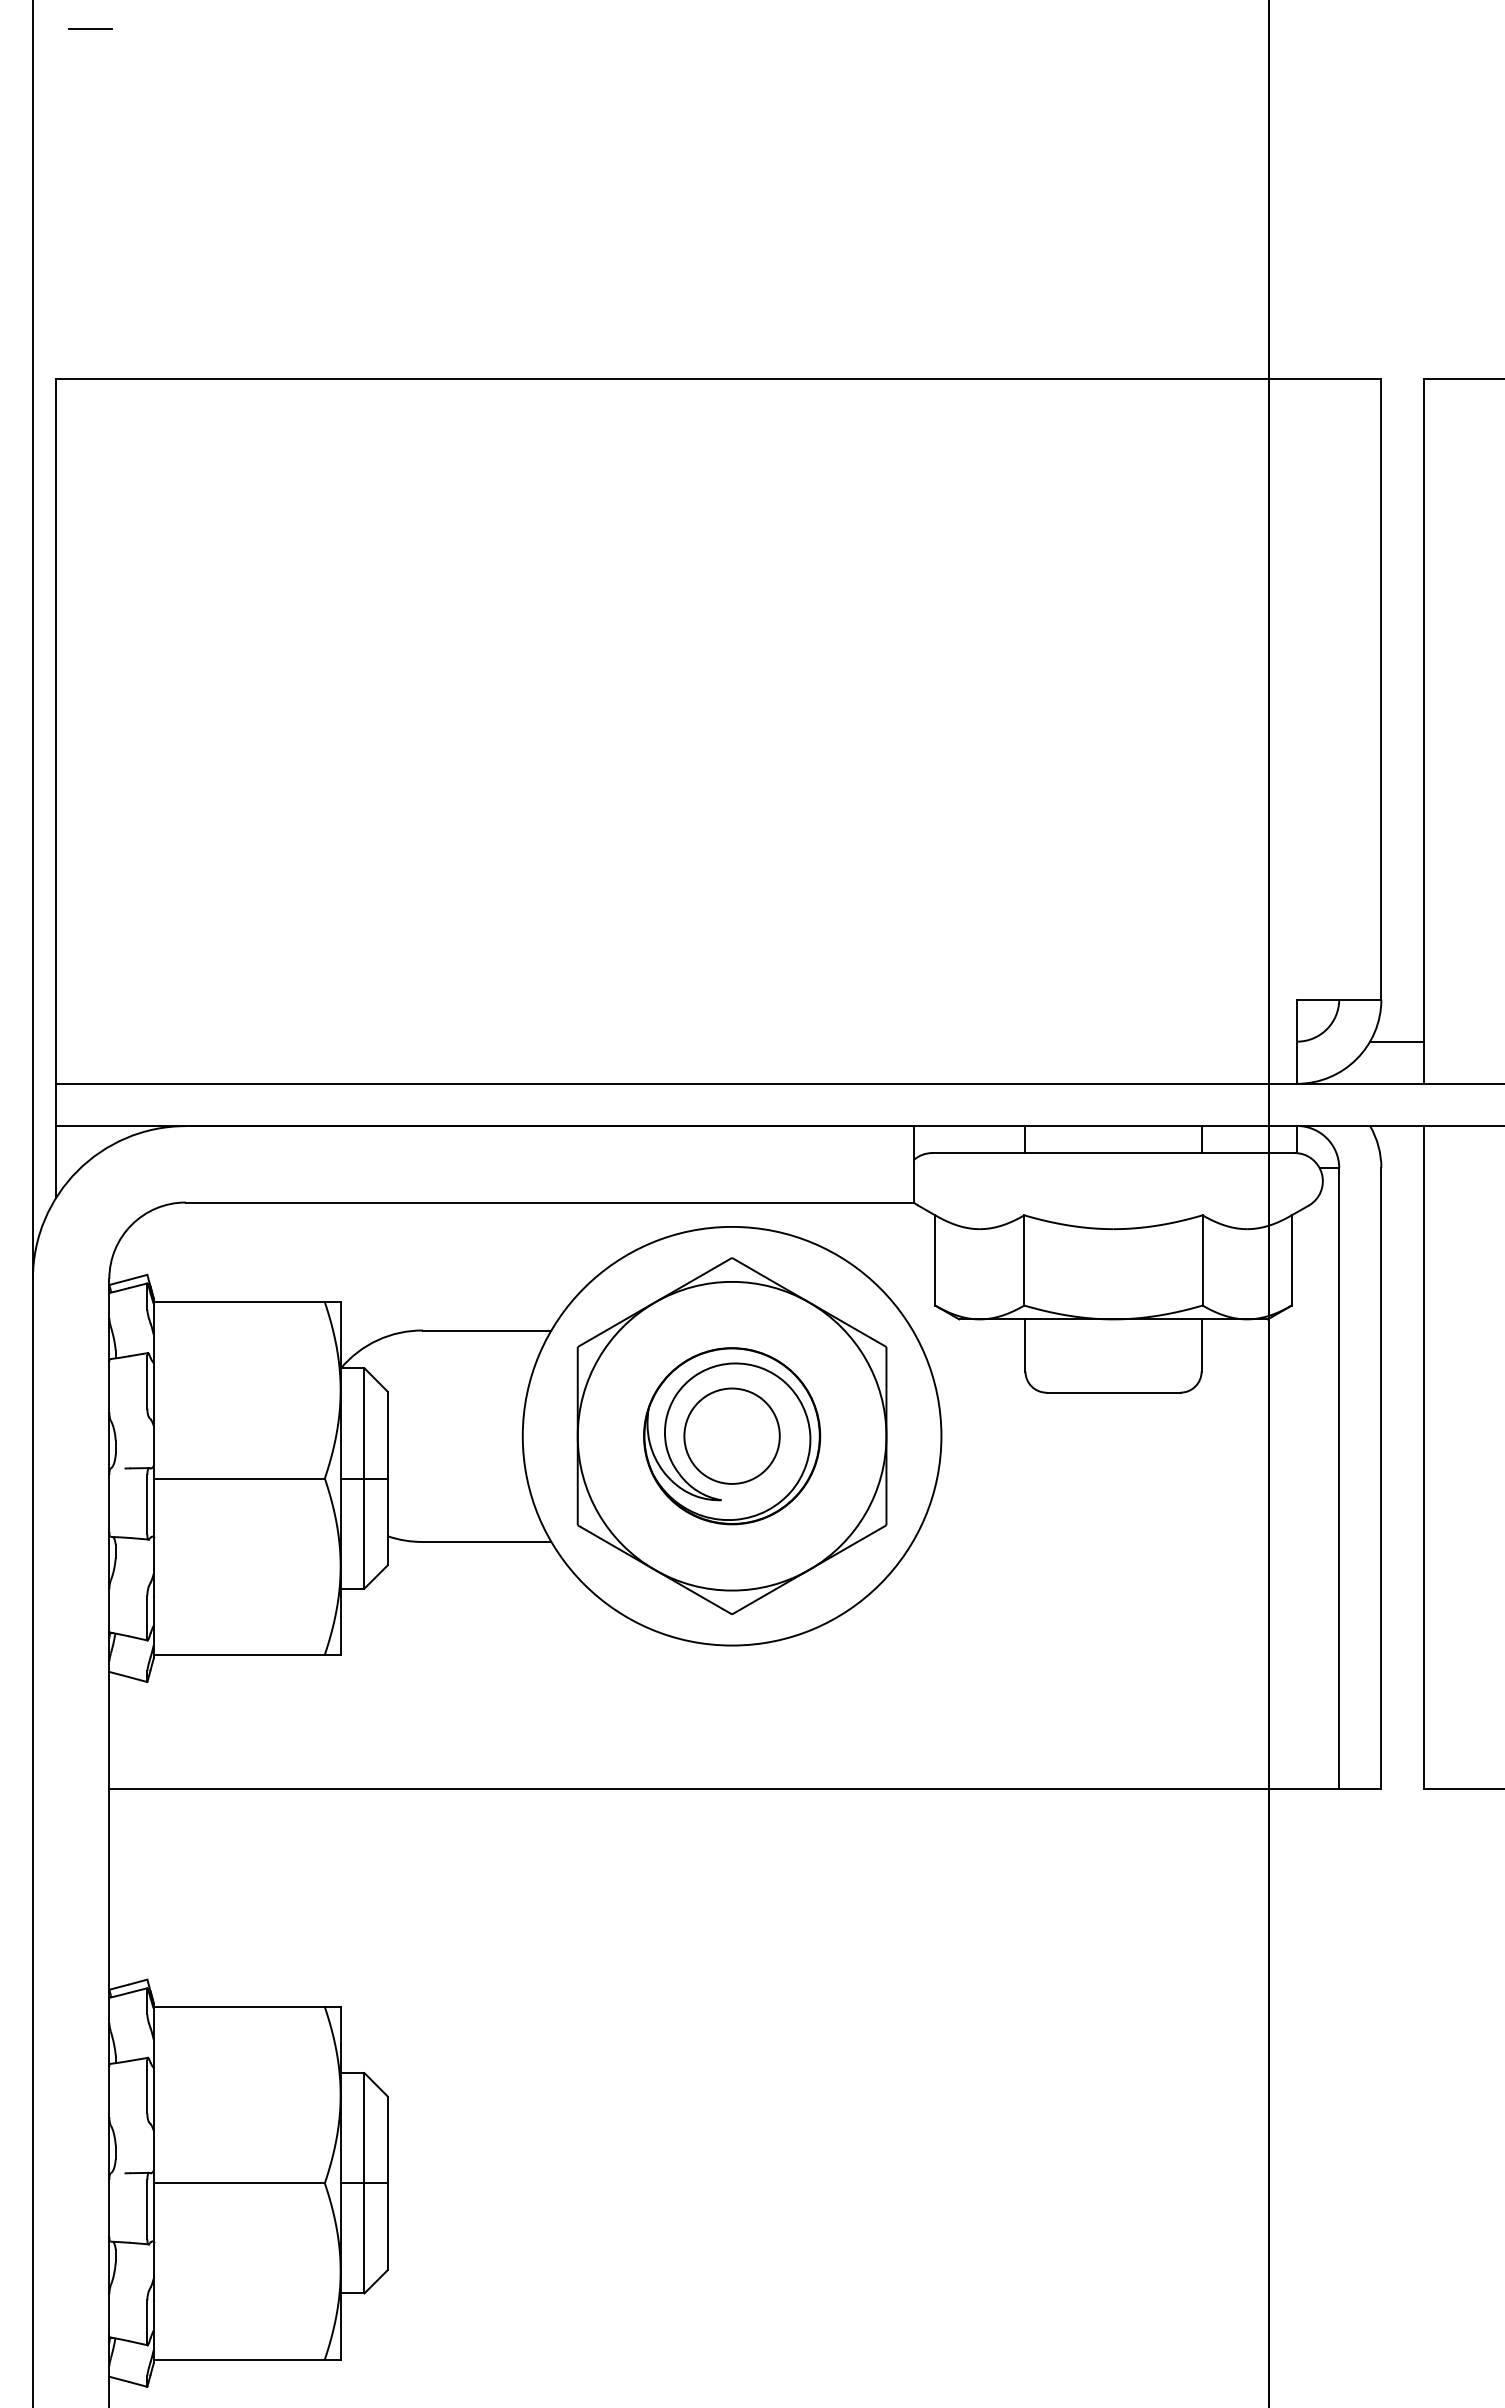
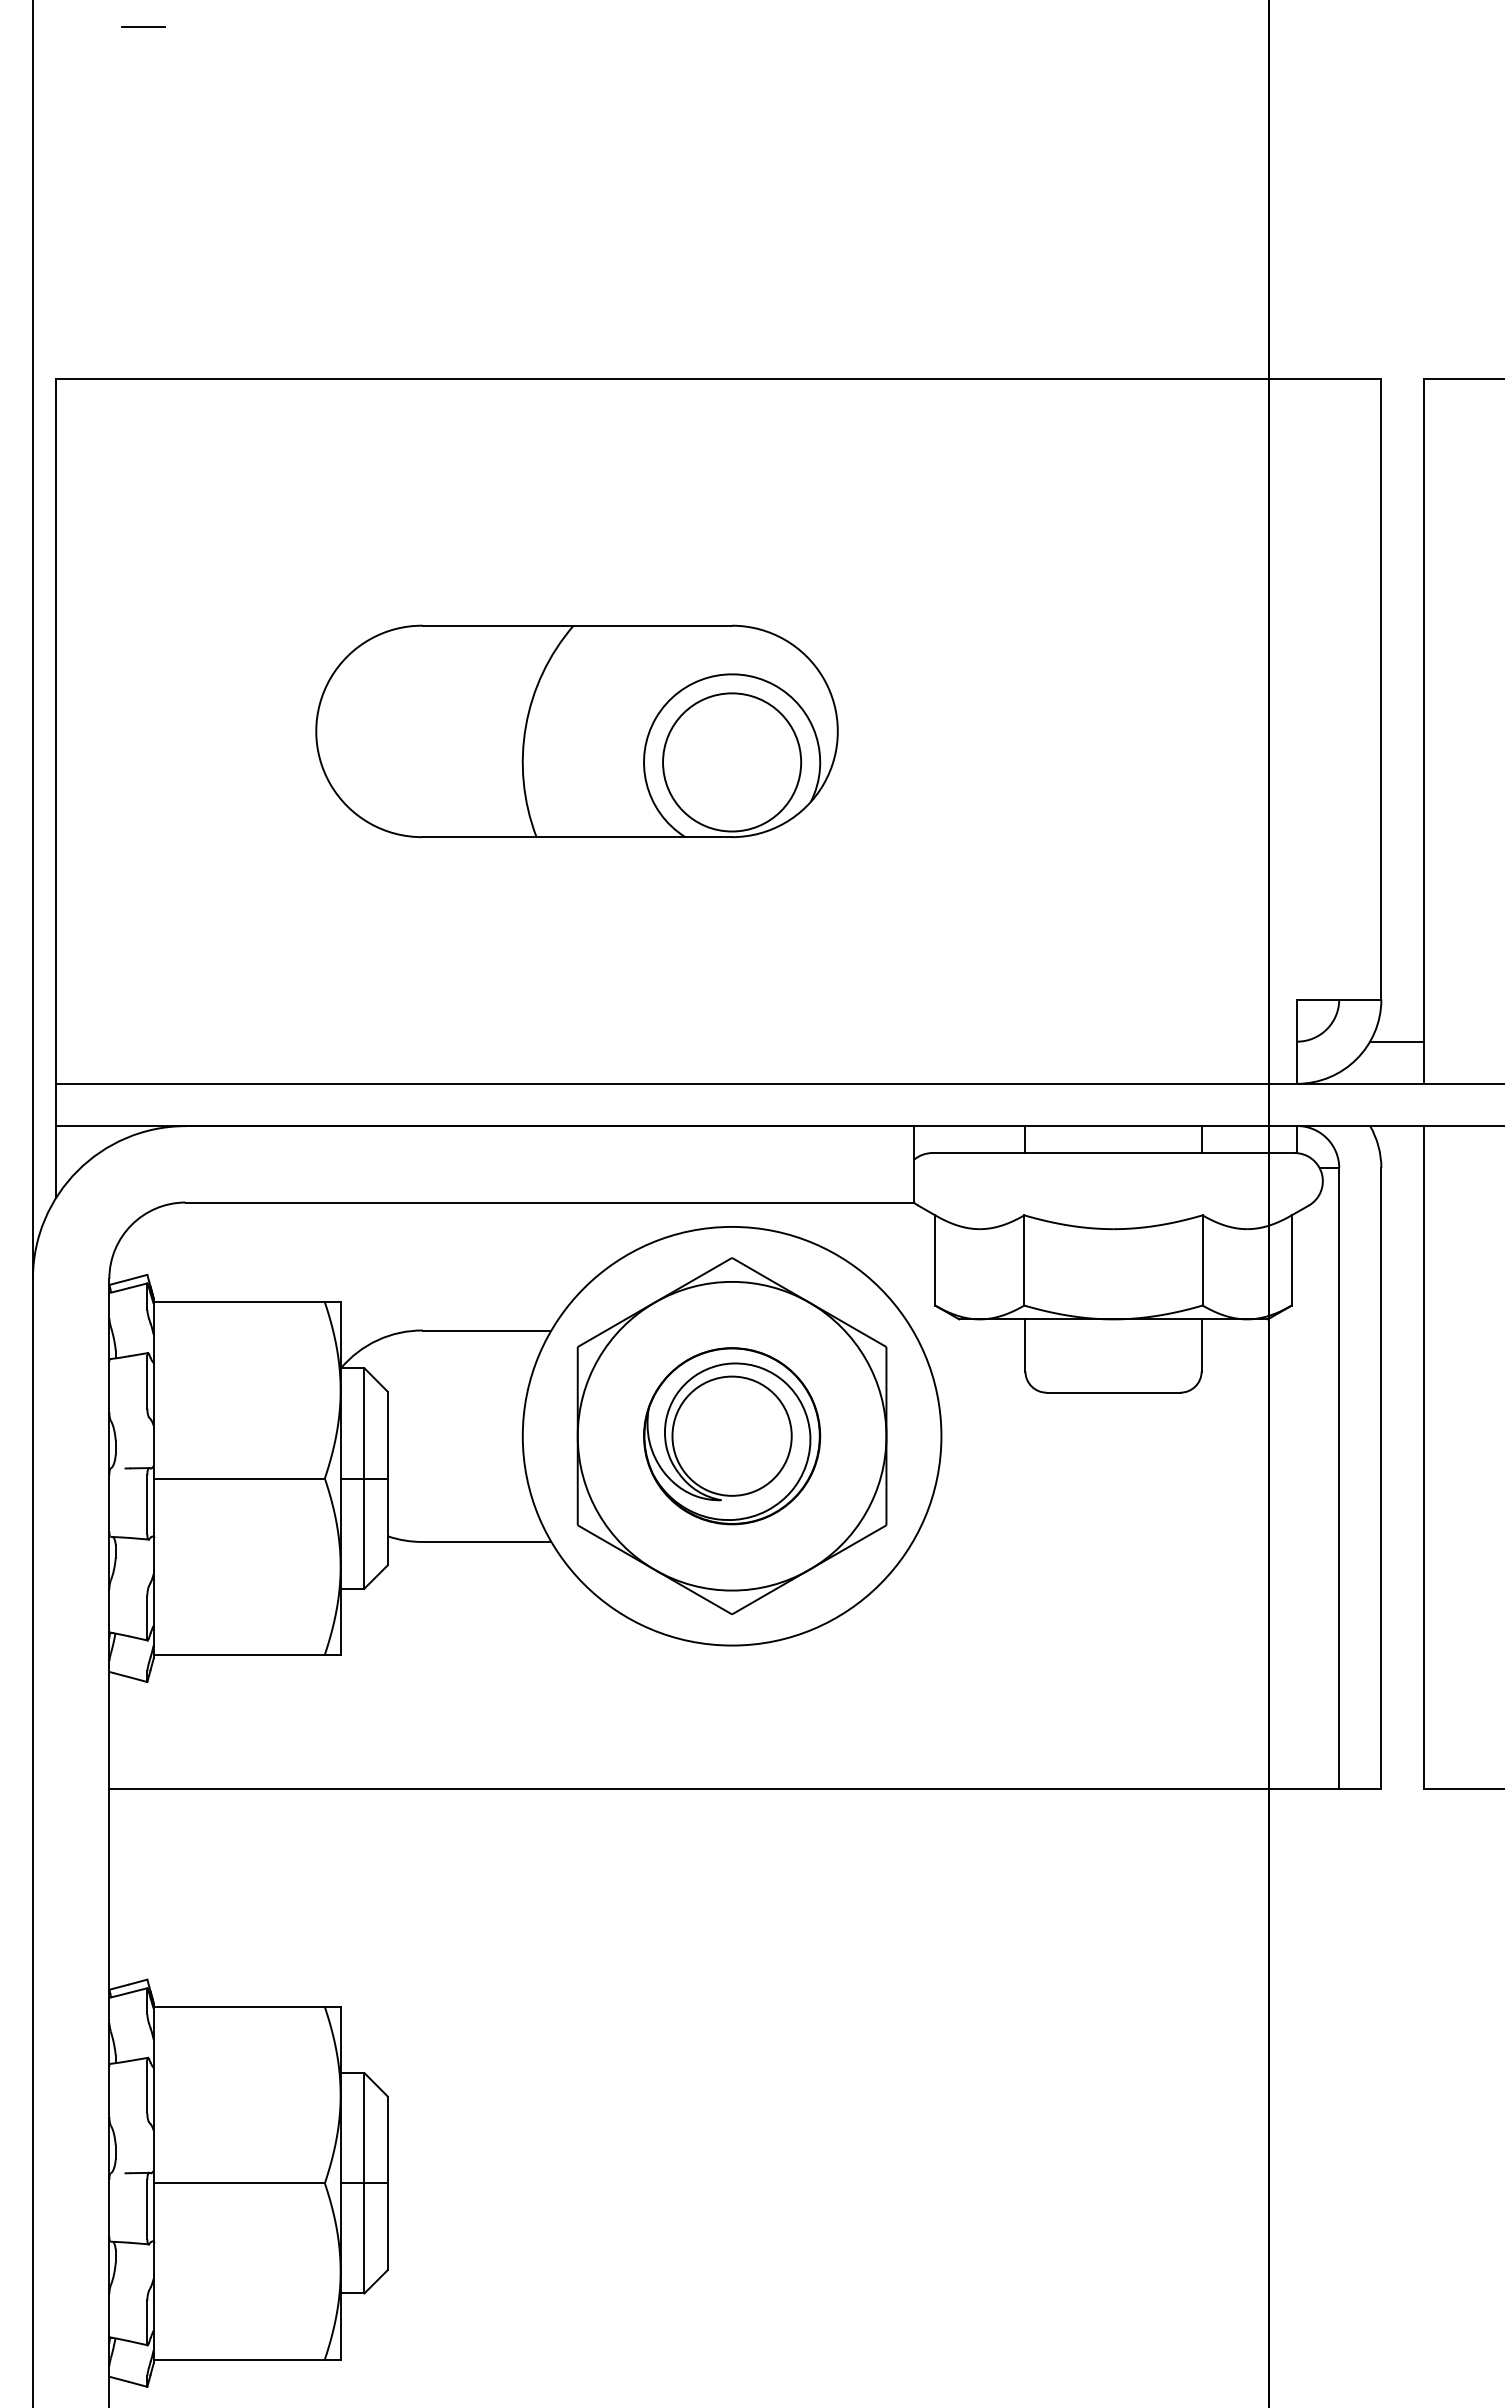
line at (90, 28) position: (90, 28) -> (143, 26)
part at (576, 730): none -> present
circle at (731, 1435) diameter: 95 px -> 119 px
